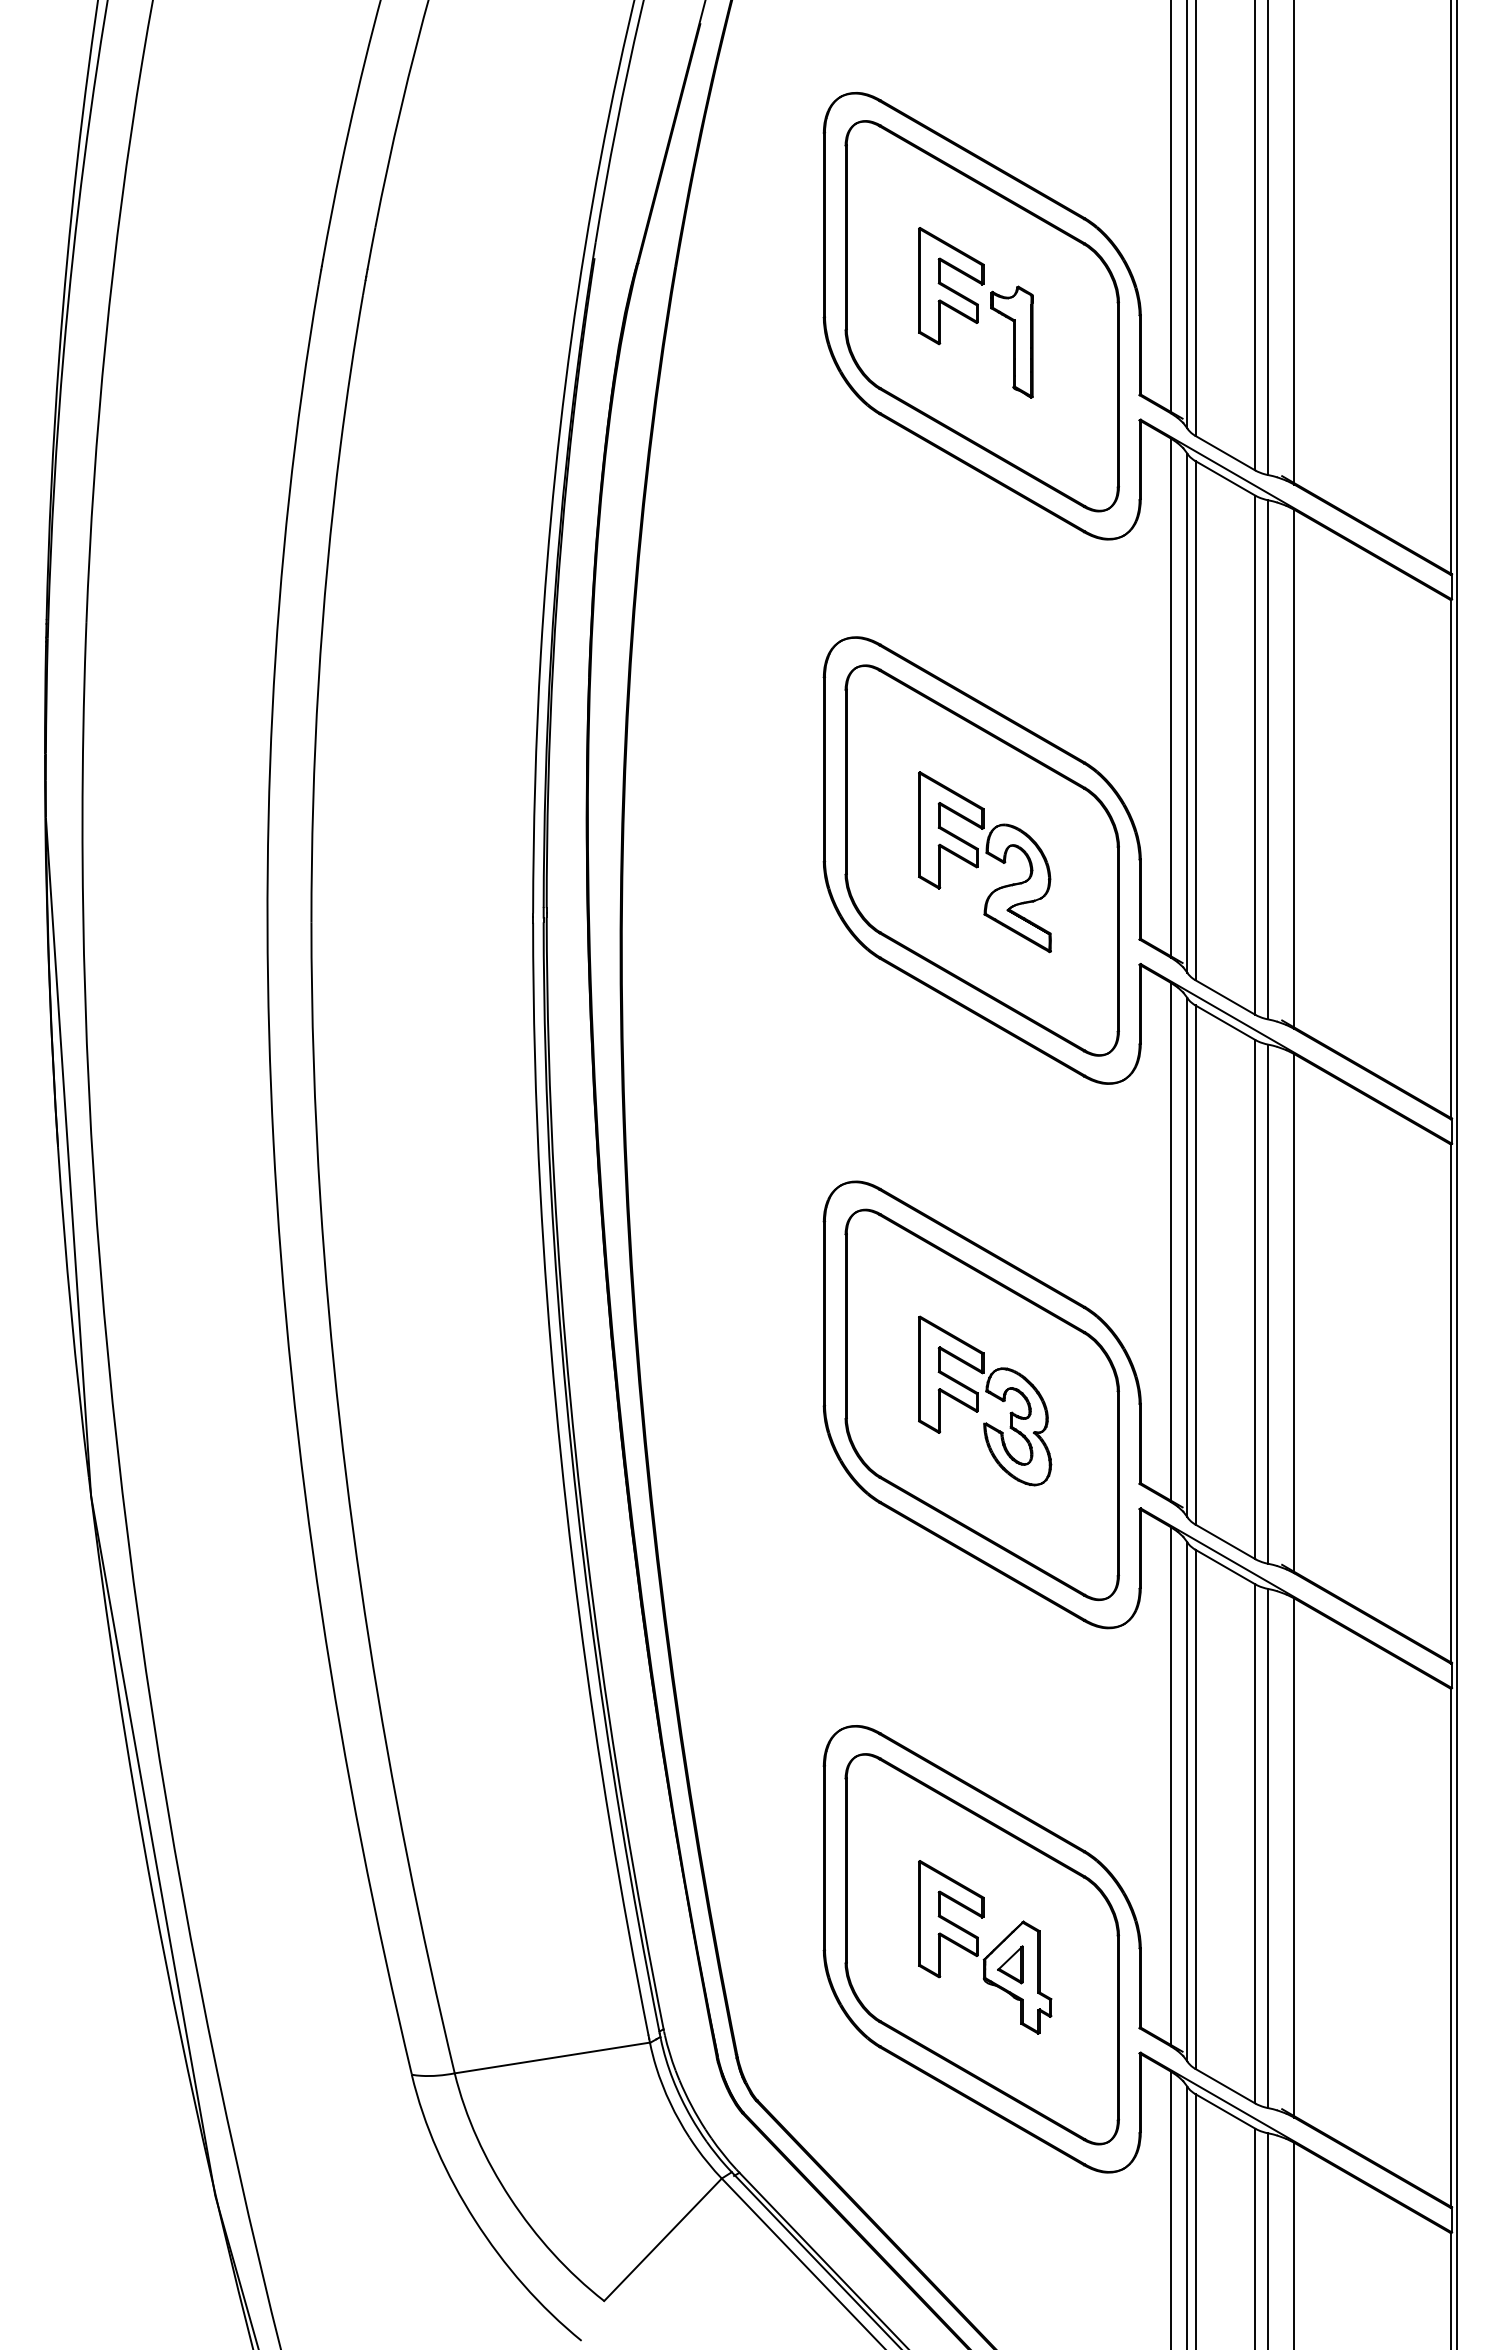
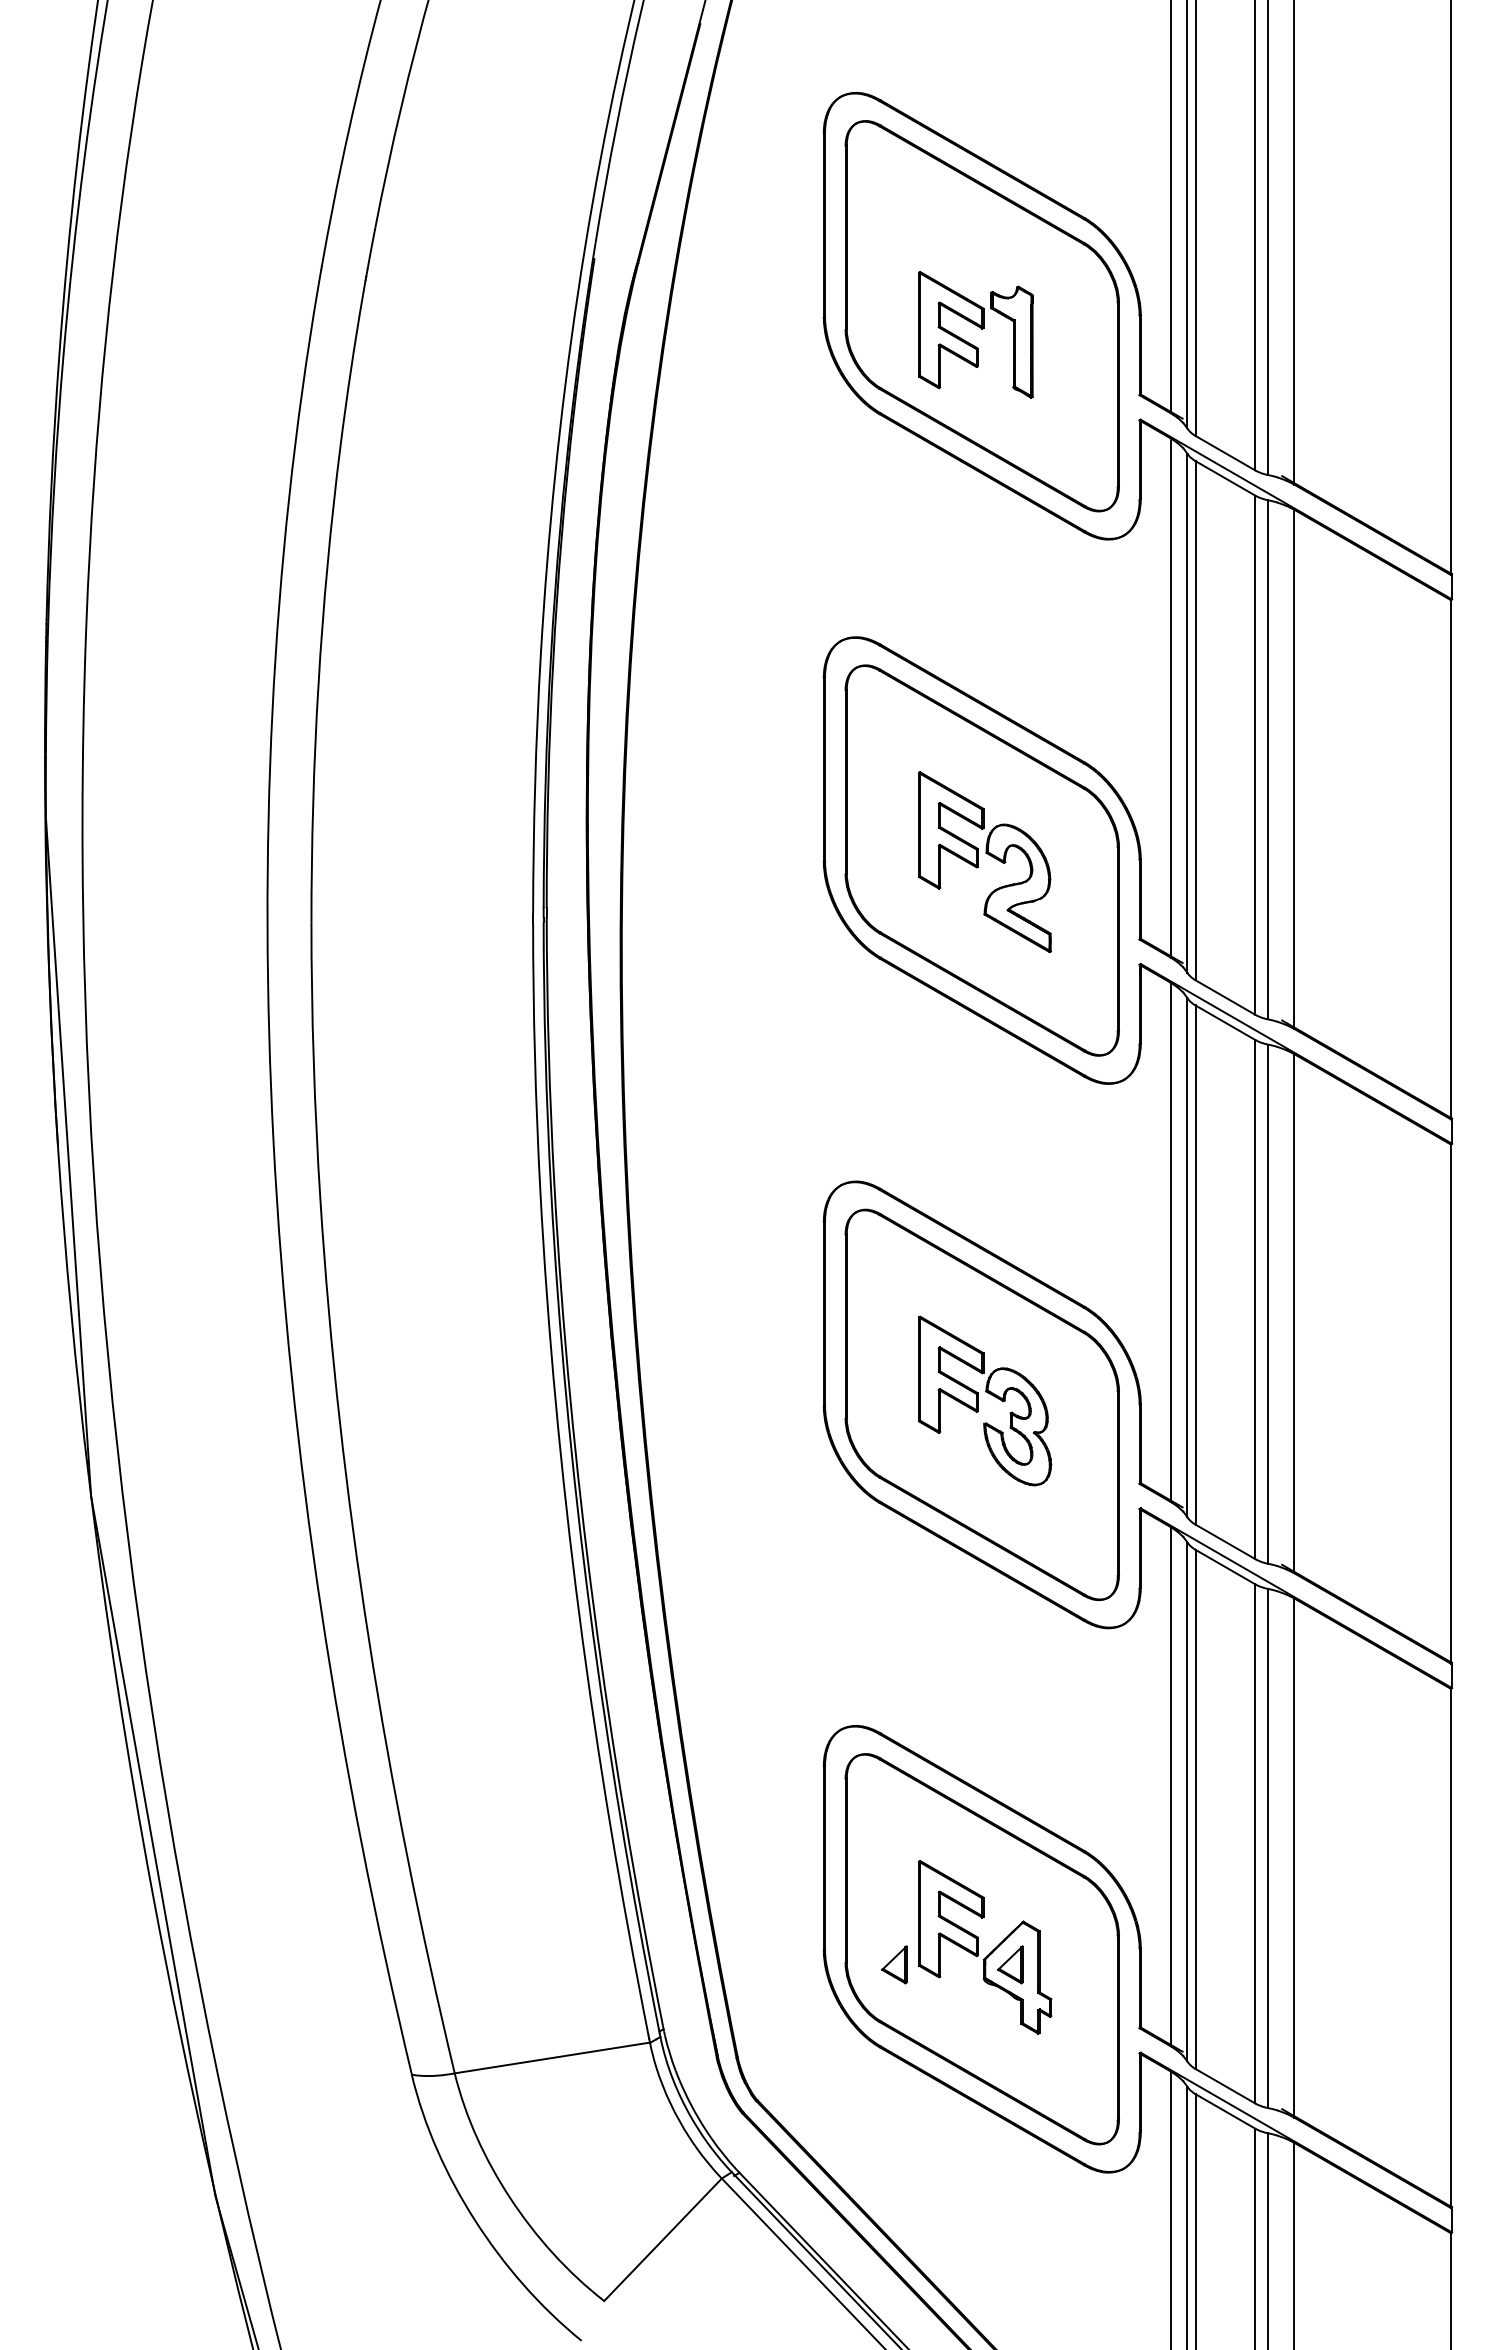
part at (951, 286) position: (951, 286) -> (951, 330)
line at (1457, 1174): present -> none
part at (894, 1964): none -> present
